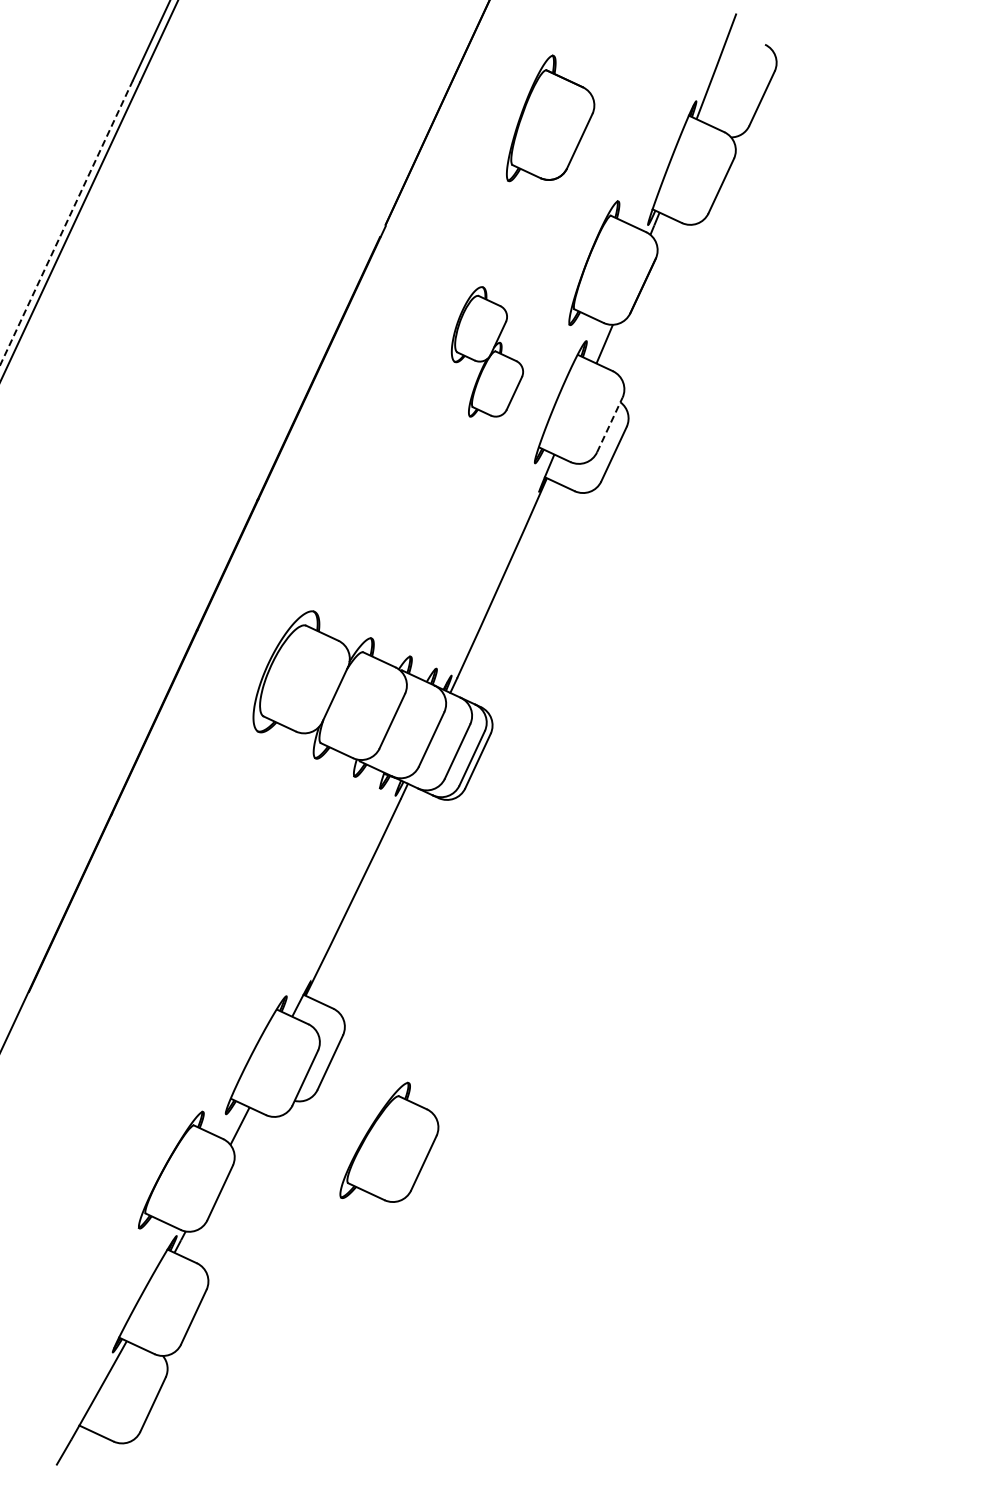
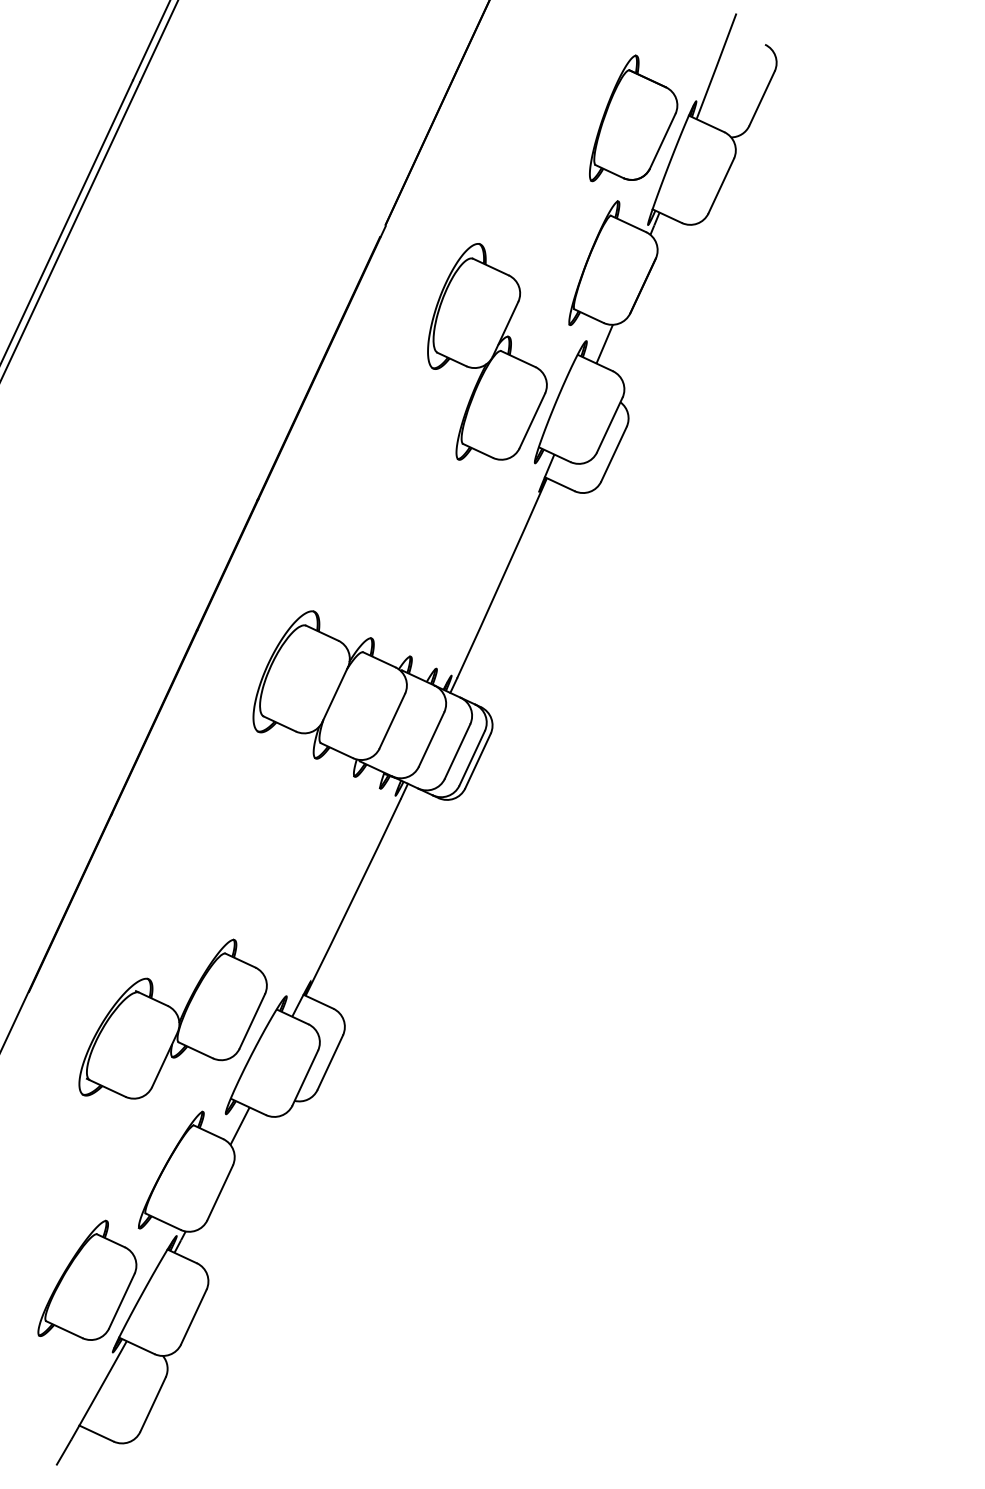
part at (550, 118) position: (550, 118) -> (633, 118)
line at (66, 222): dashed -> solid
part at (486, 351) size: 74x132 px -> 121x218 px
line at (610, 424): dashed -> solid
part at (172, 1018): none -> present
part at (389, 1141) position: (389, 1141) -> (87, 1279)
